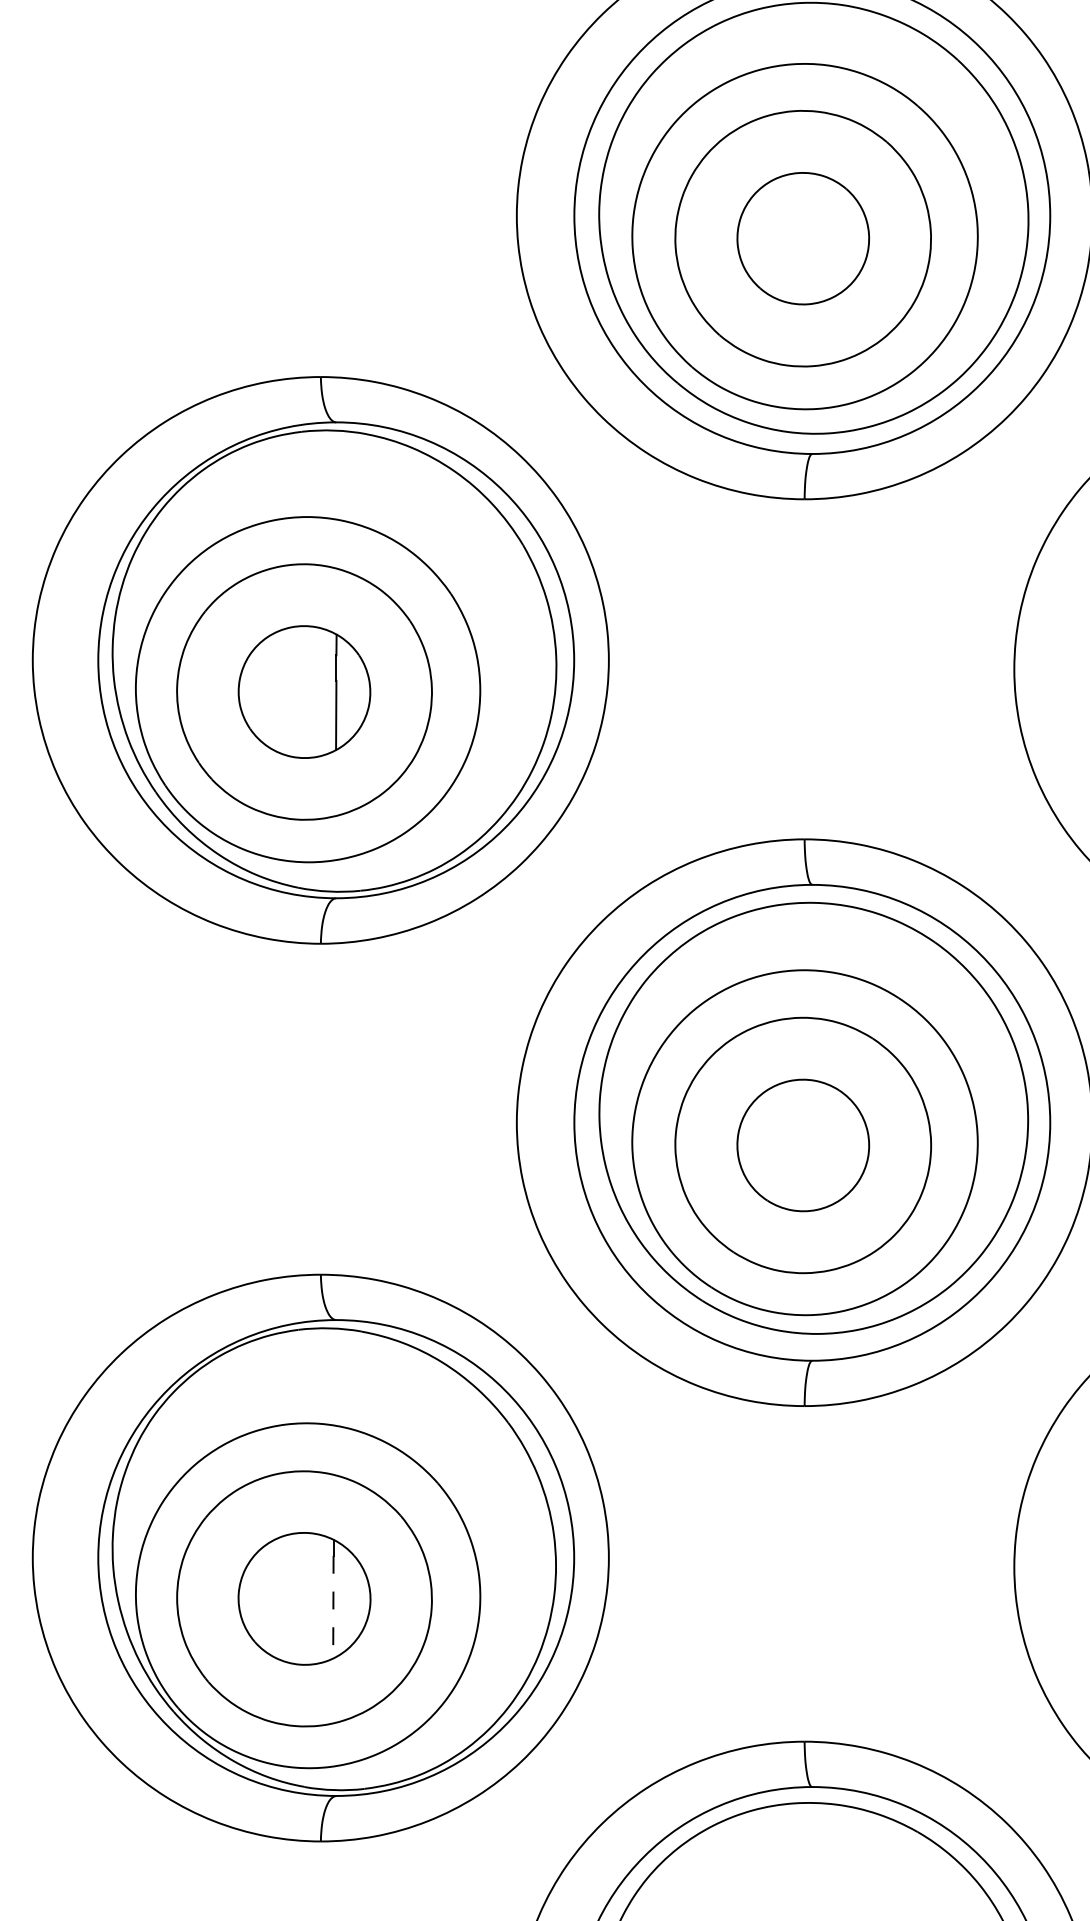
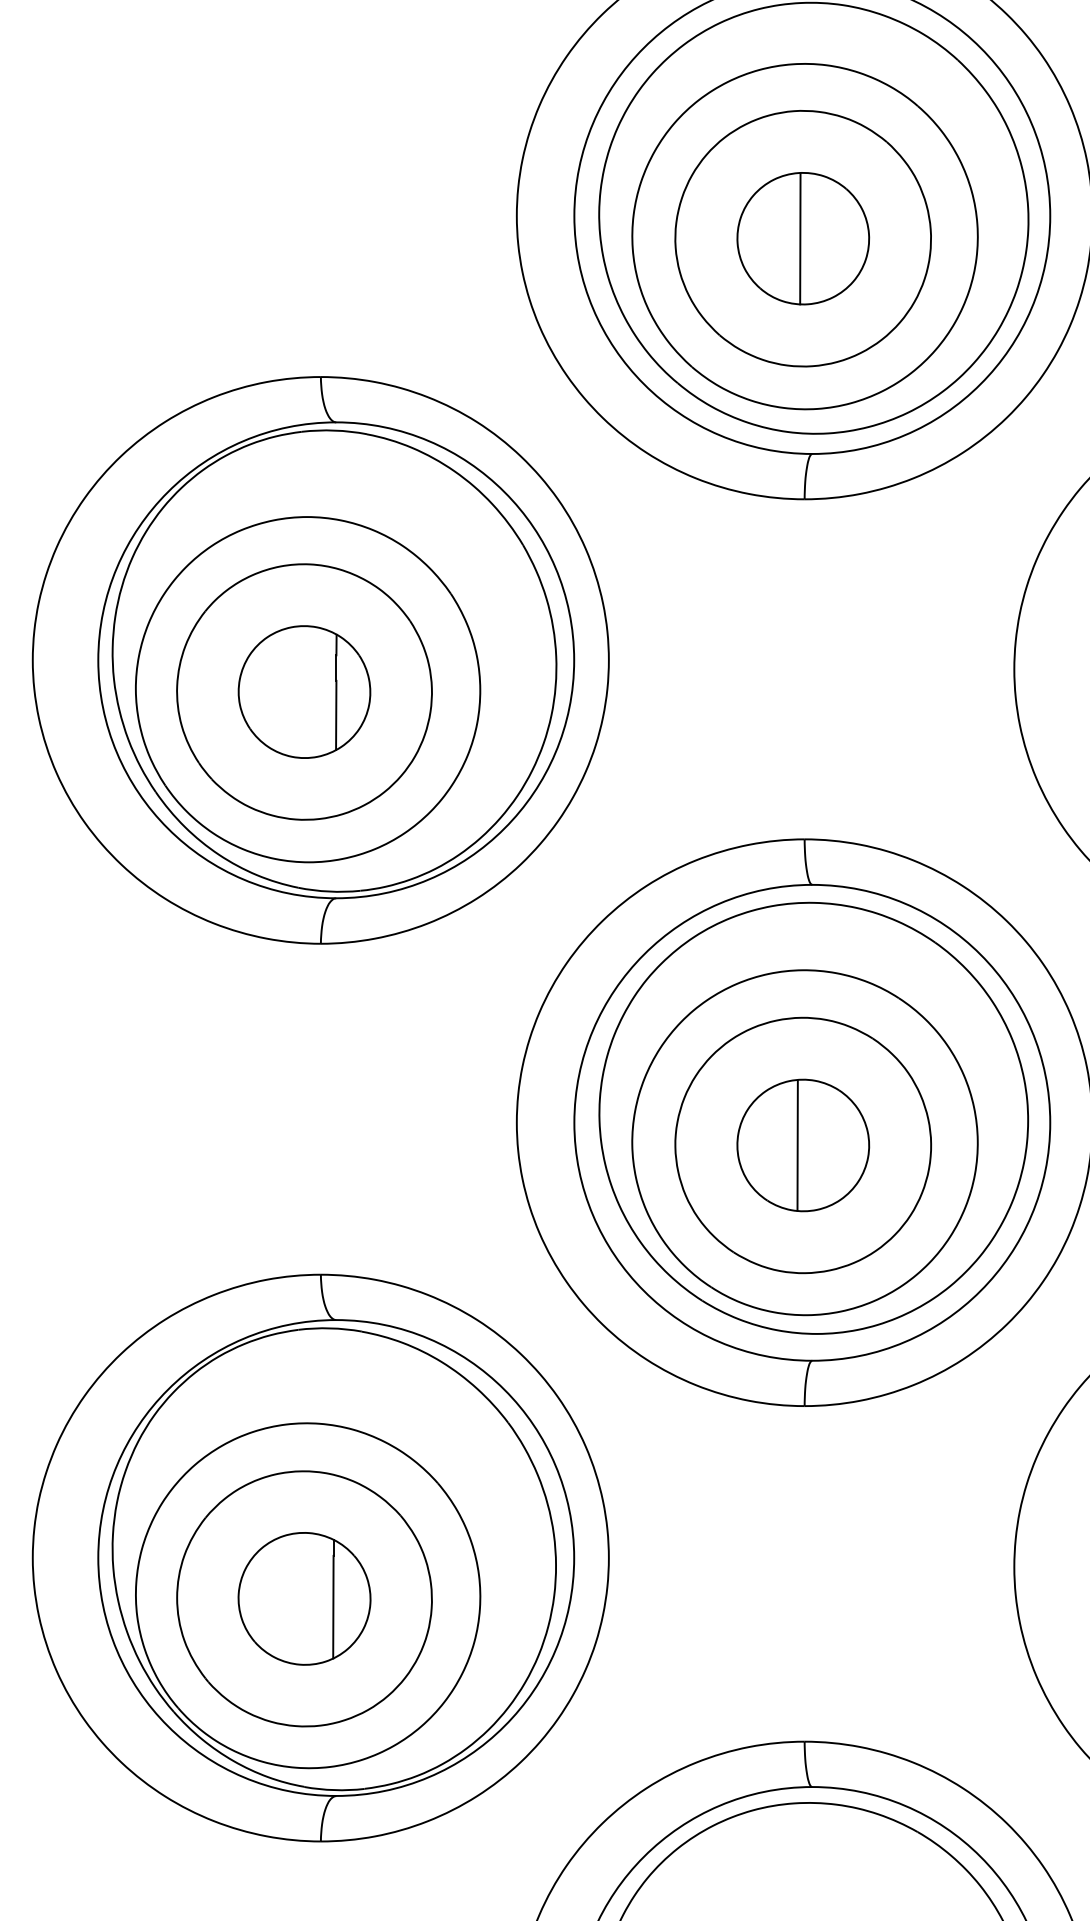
line at (800, 238): none -> present
line at (797, 1144): none -> present
line at (333, 1607): dashed -> solid
